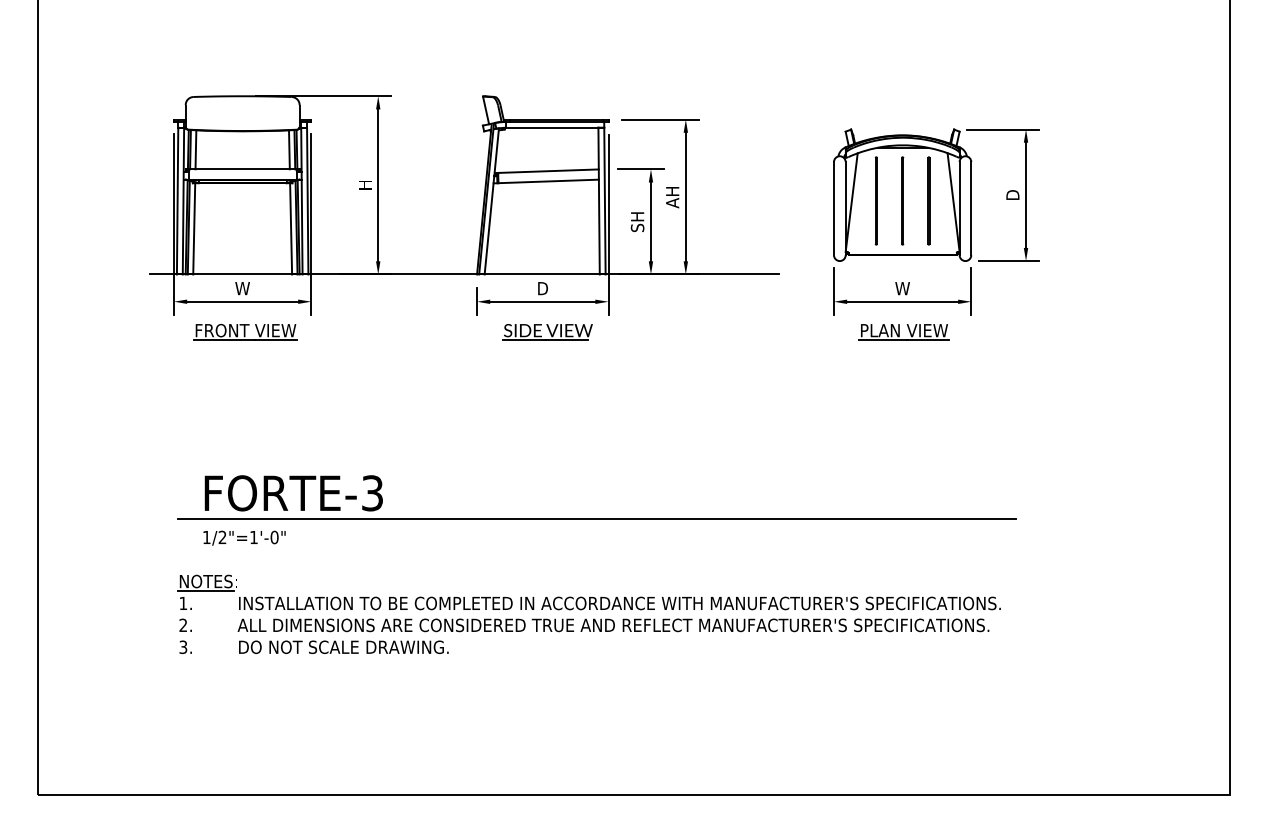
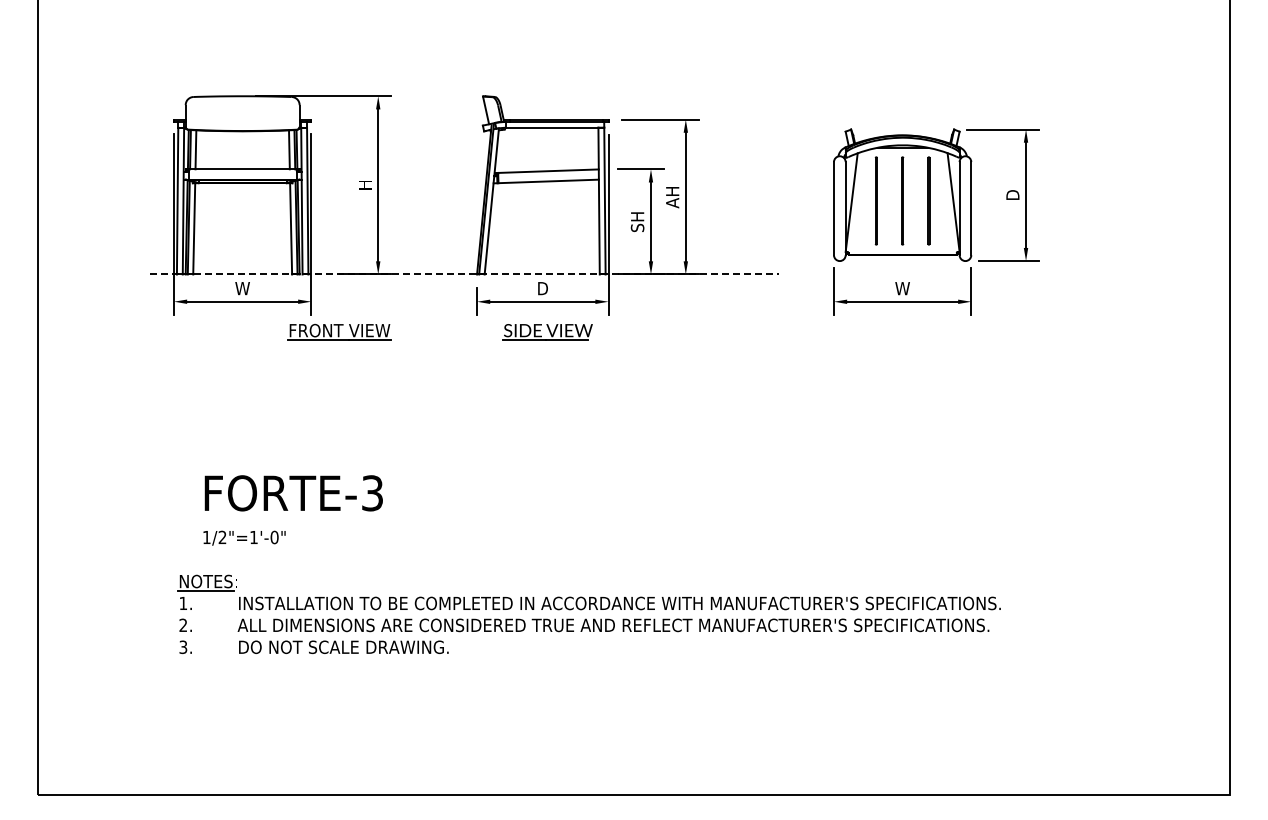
line at (465, 274): solid -> dashed
part at (245, 331) position: (245, 331) -> (339, 331)
part at (903, 332): present -> none
line at (596, 518): present -> none
